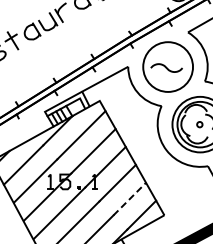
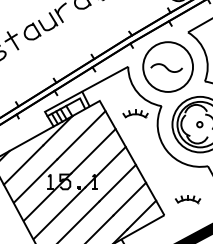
part at (135, 113): none -> present
line at (130, 198): dashed -> solid
part at (188, 199): none -> present
